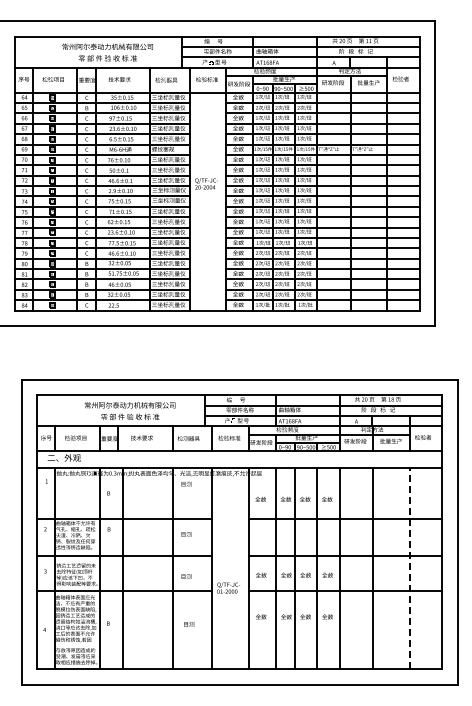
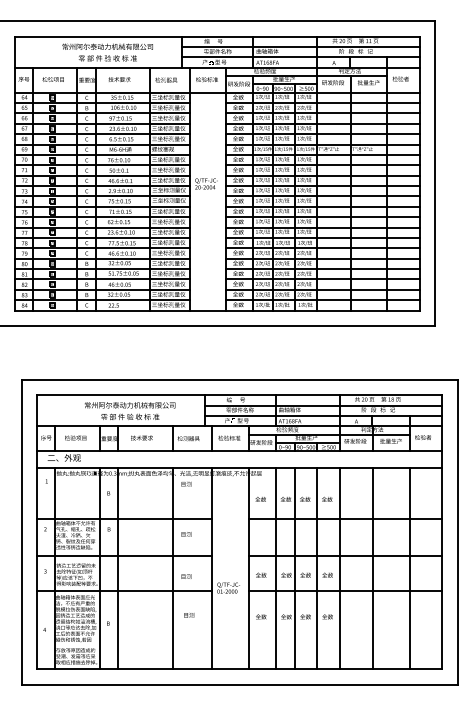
line at (123, 568) position: (123, 568) -> (118, 568)
line at (409, 568): dashed -> solid
text at (189, 624) position: (189, 624) -> (189, 615)
